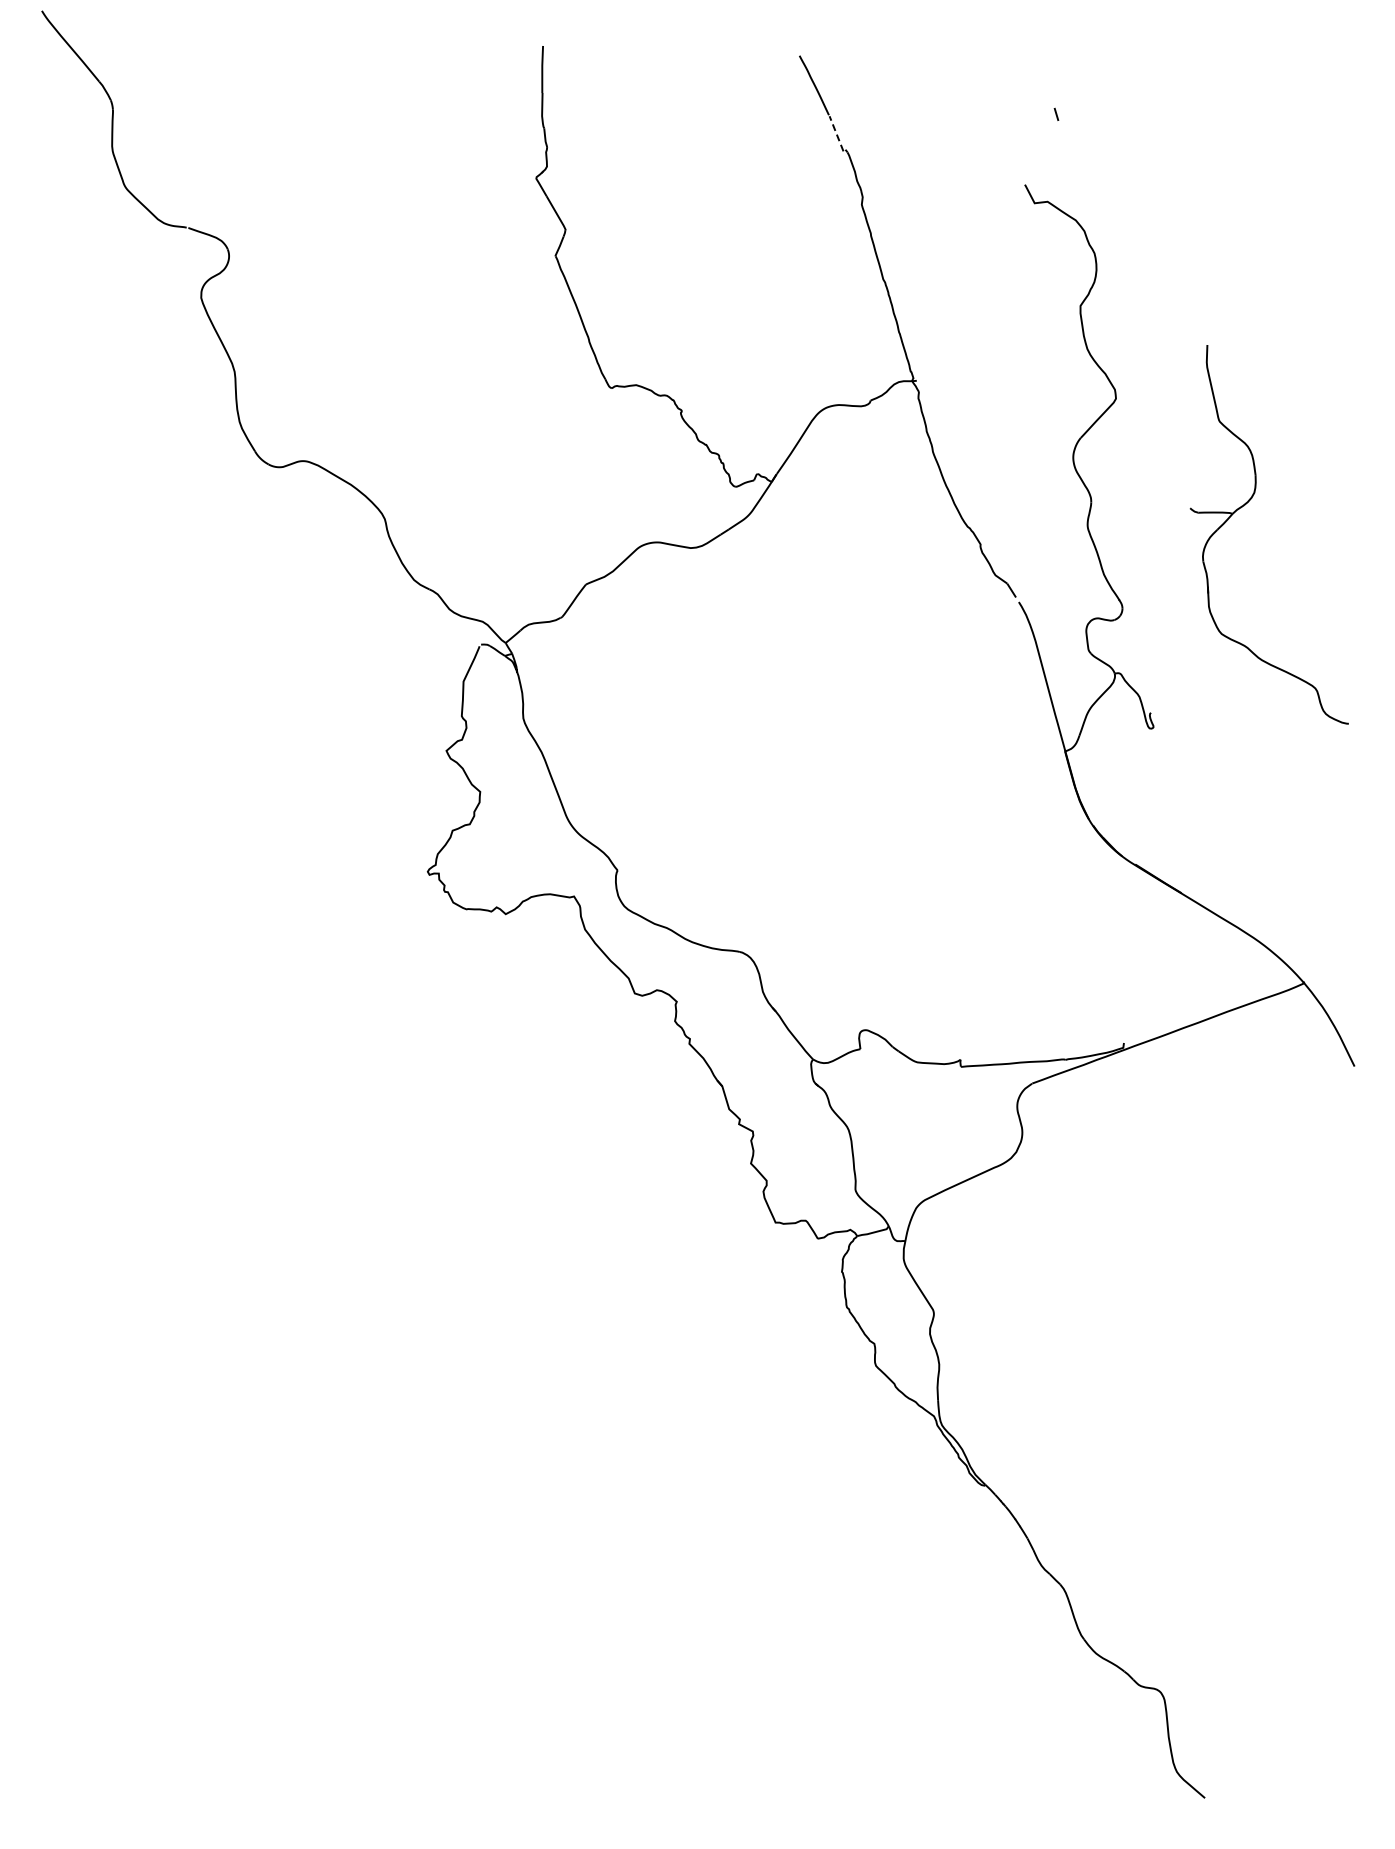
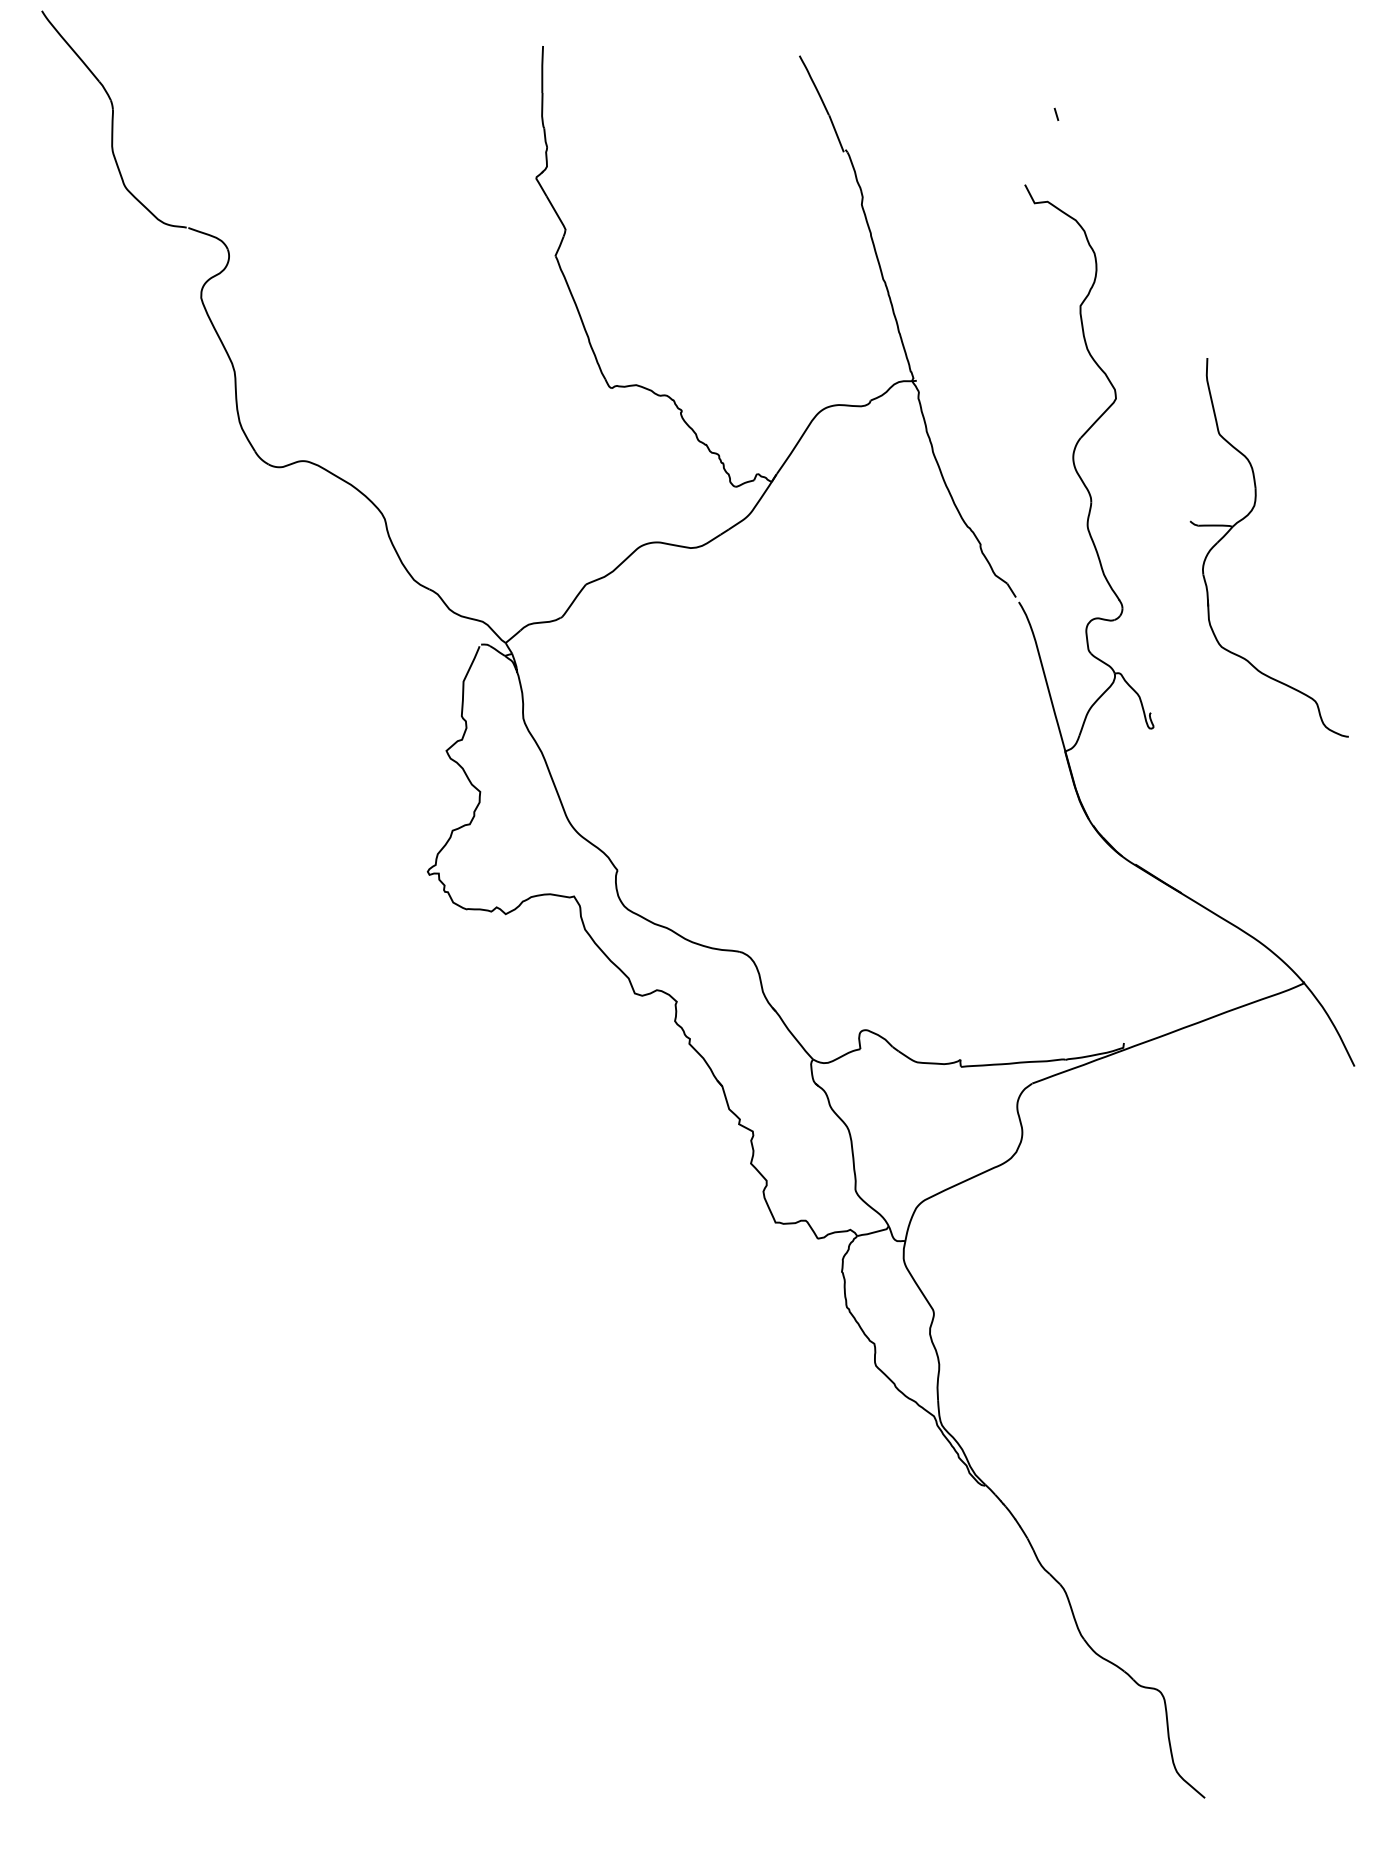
line at (836, 133): dashed -> solid
part at (1245, 505) position: (1245, 505) -> (1245, 518)
